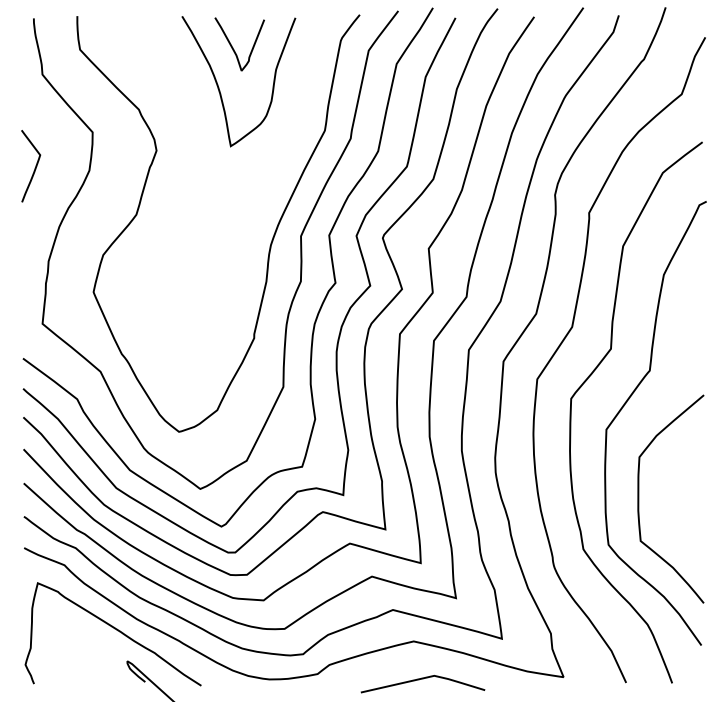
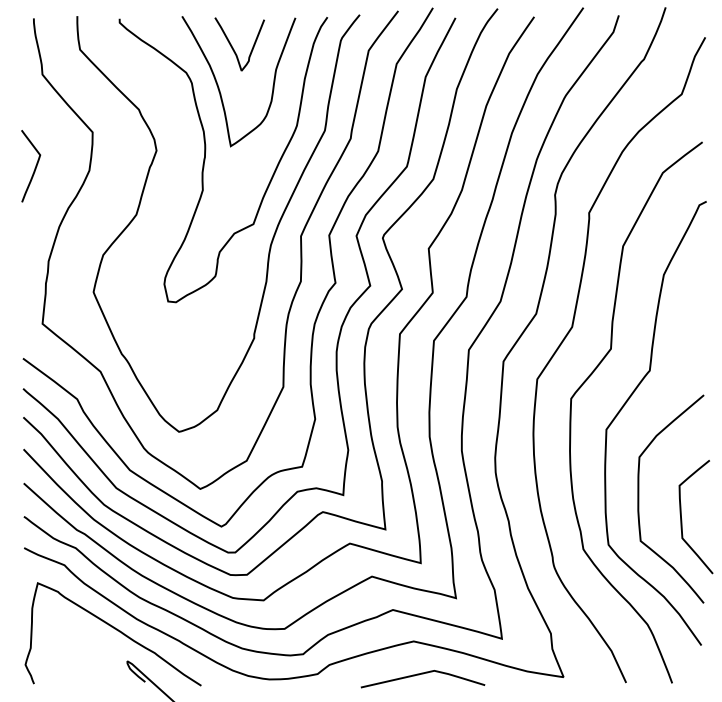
curve at (205, 160): none -> present
curve at (682, 519): none -> present
line at (422, 679) position: (422, 679) -> (422, 674)
